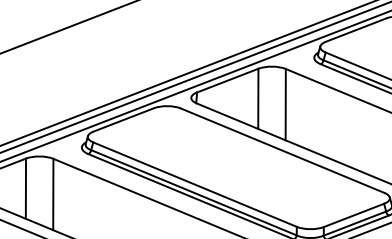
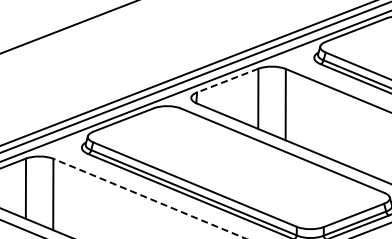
line at (227, 80): solid -> dashed
line at (149, 198): solid -> dashed
